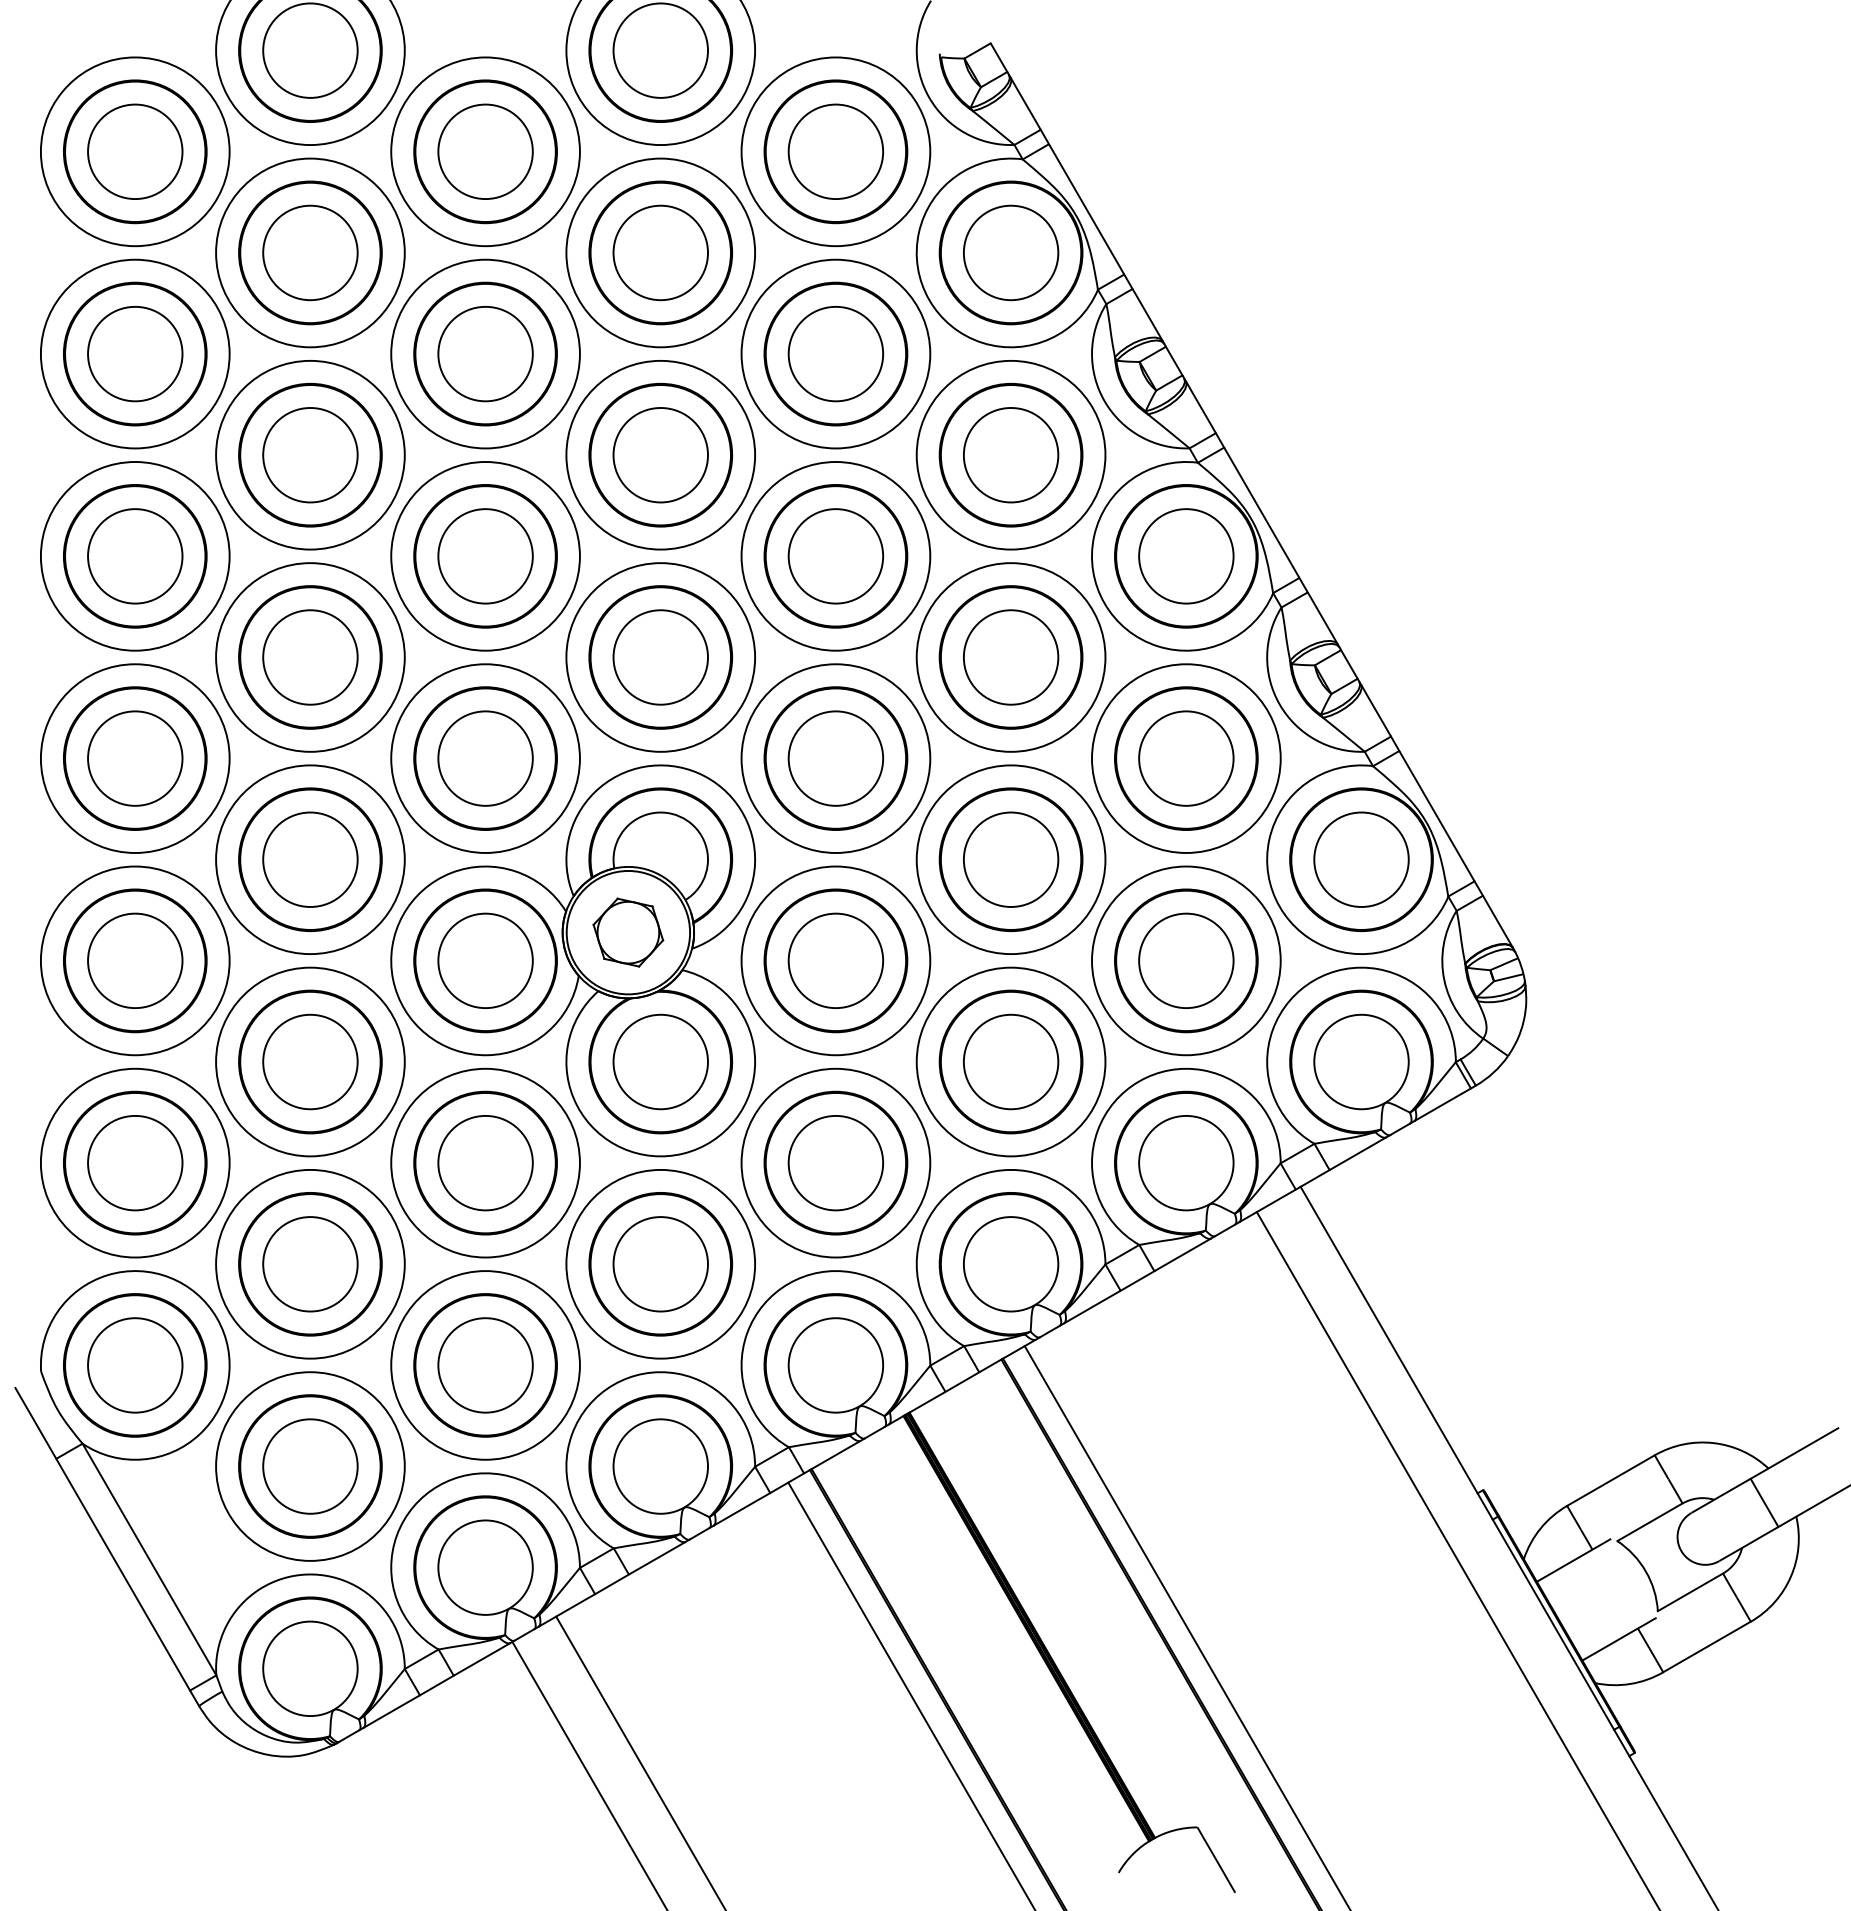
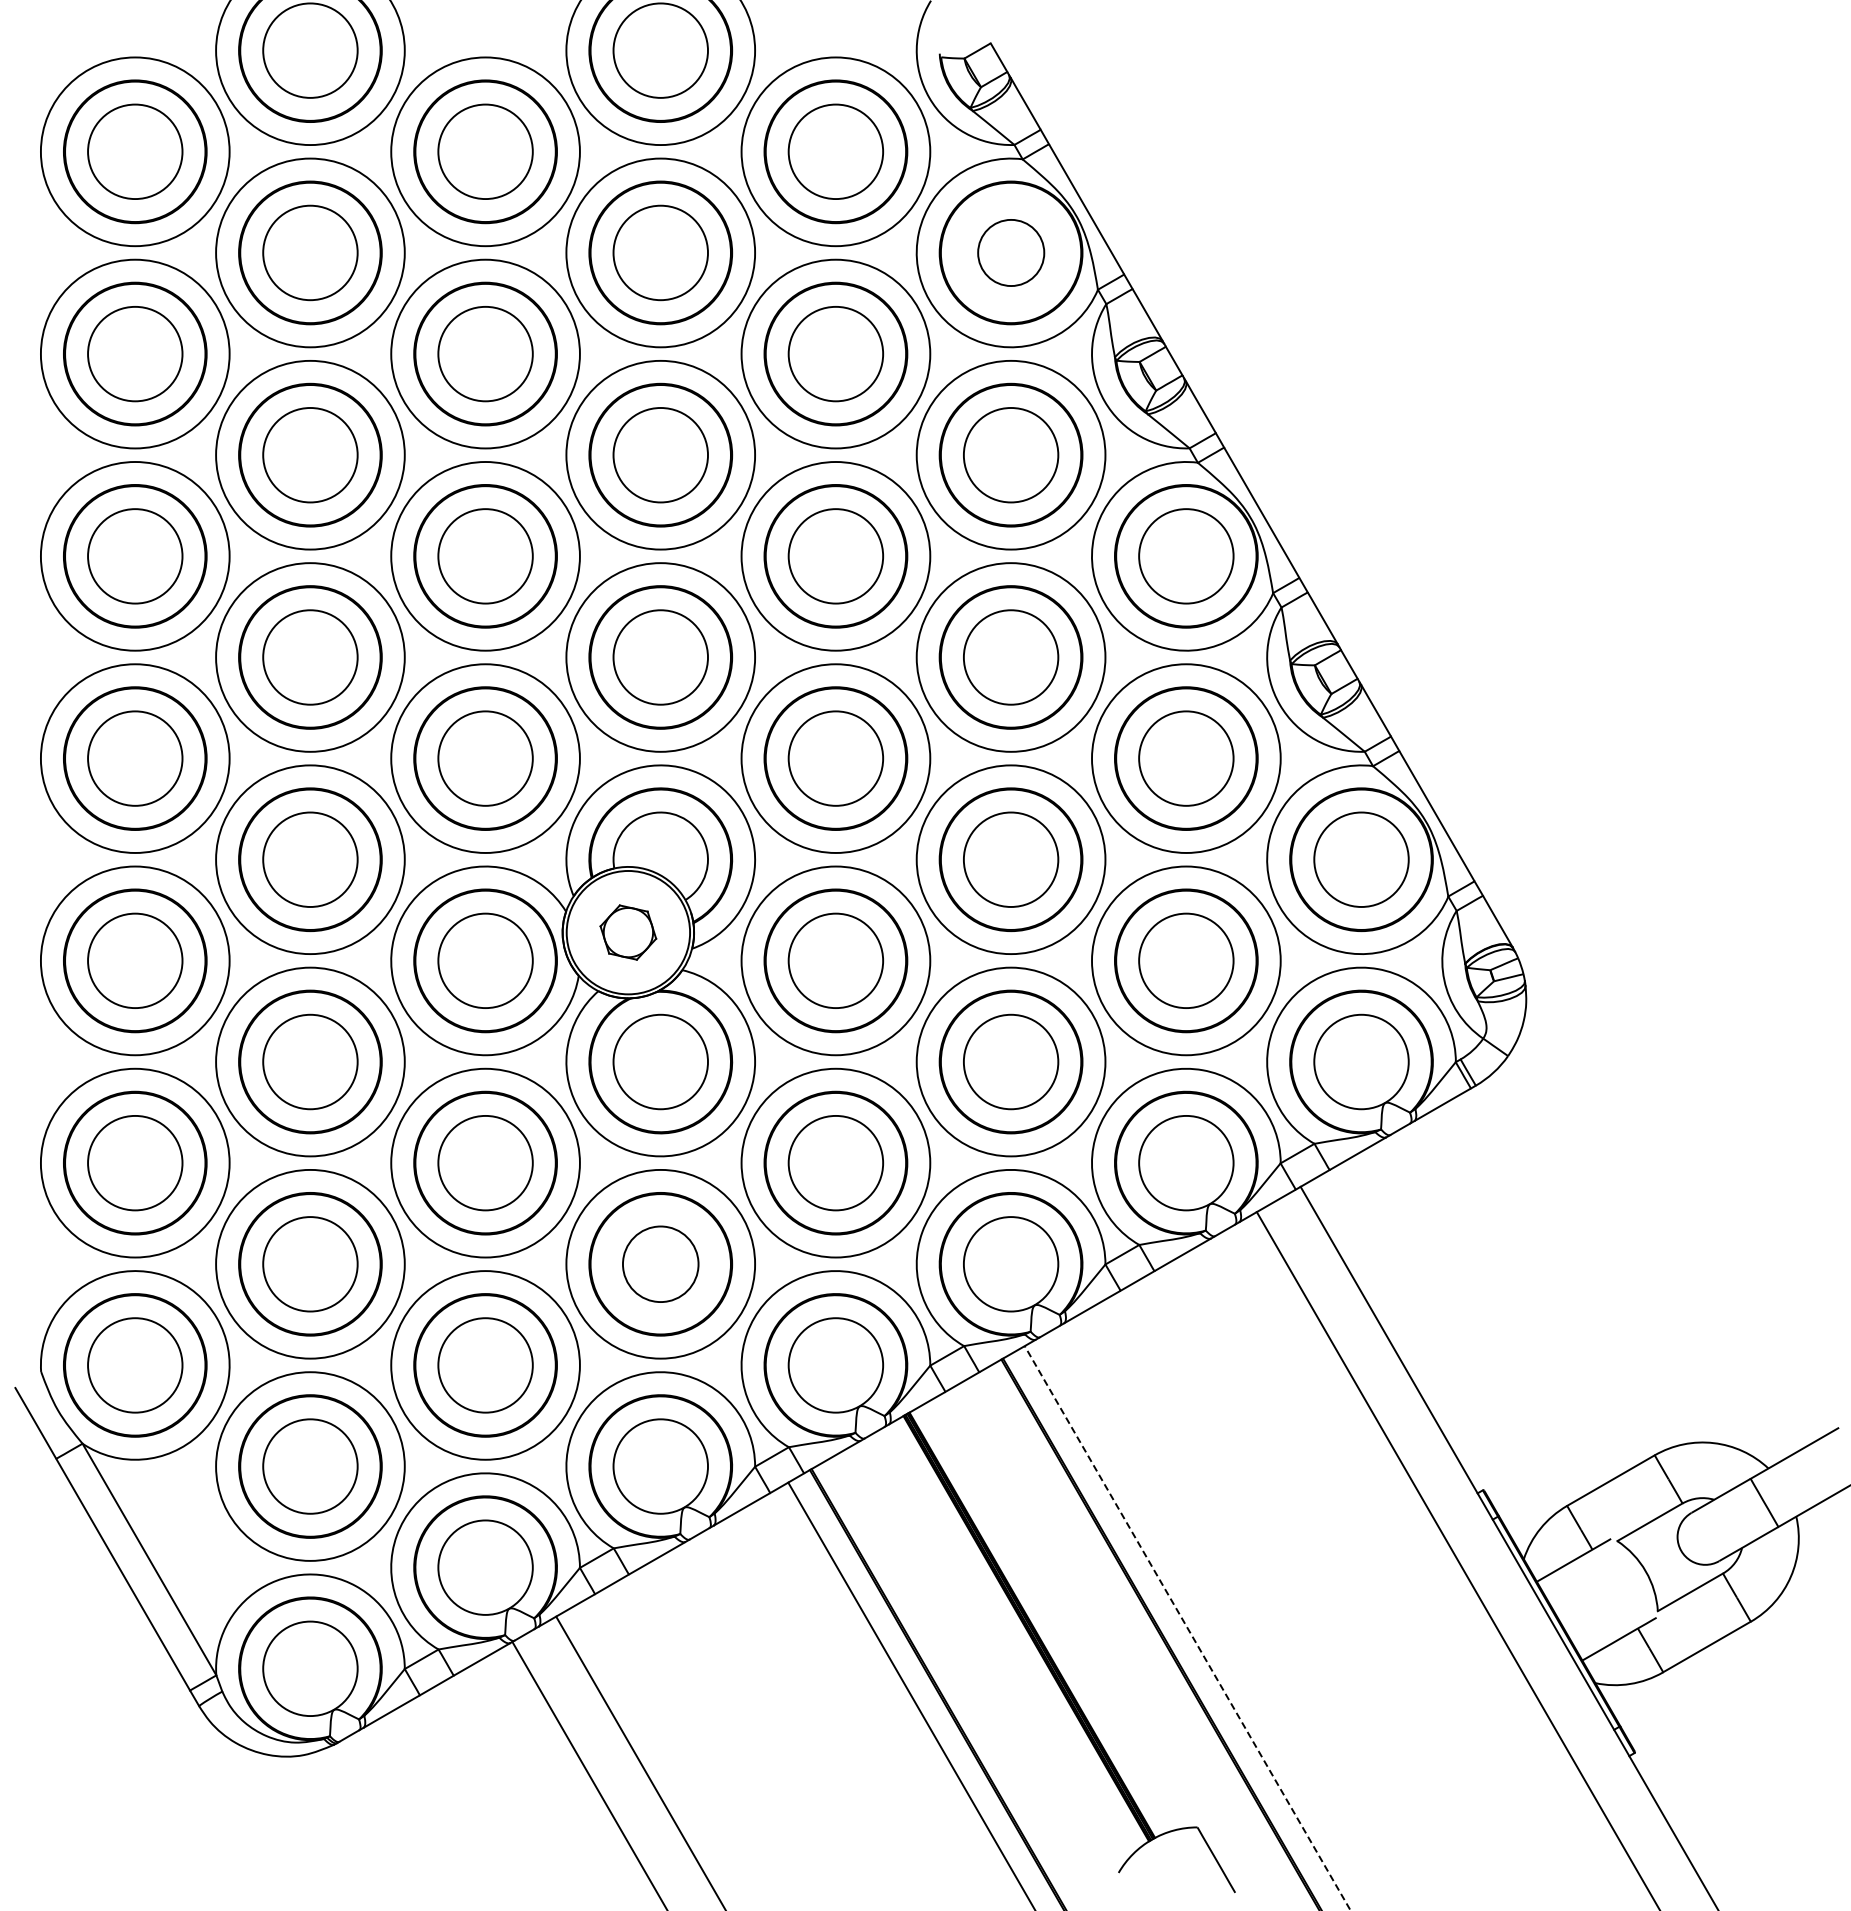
circle at (1011, 252) size: 97x98 px -> 69x68 px
part at (628, 932) size: 73x71 px -> 59x57 px
circle at (660, 1264) diameter: 94 px -> 76 px
line at (1187, 1628): solid -> dashed
